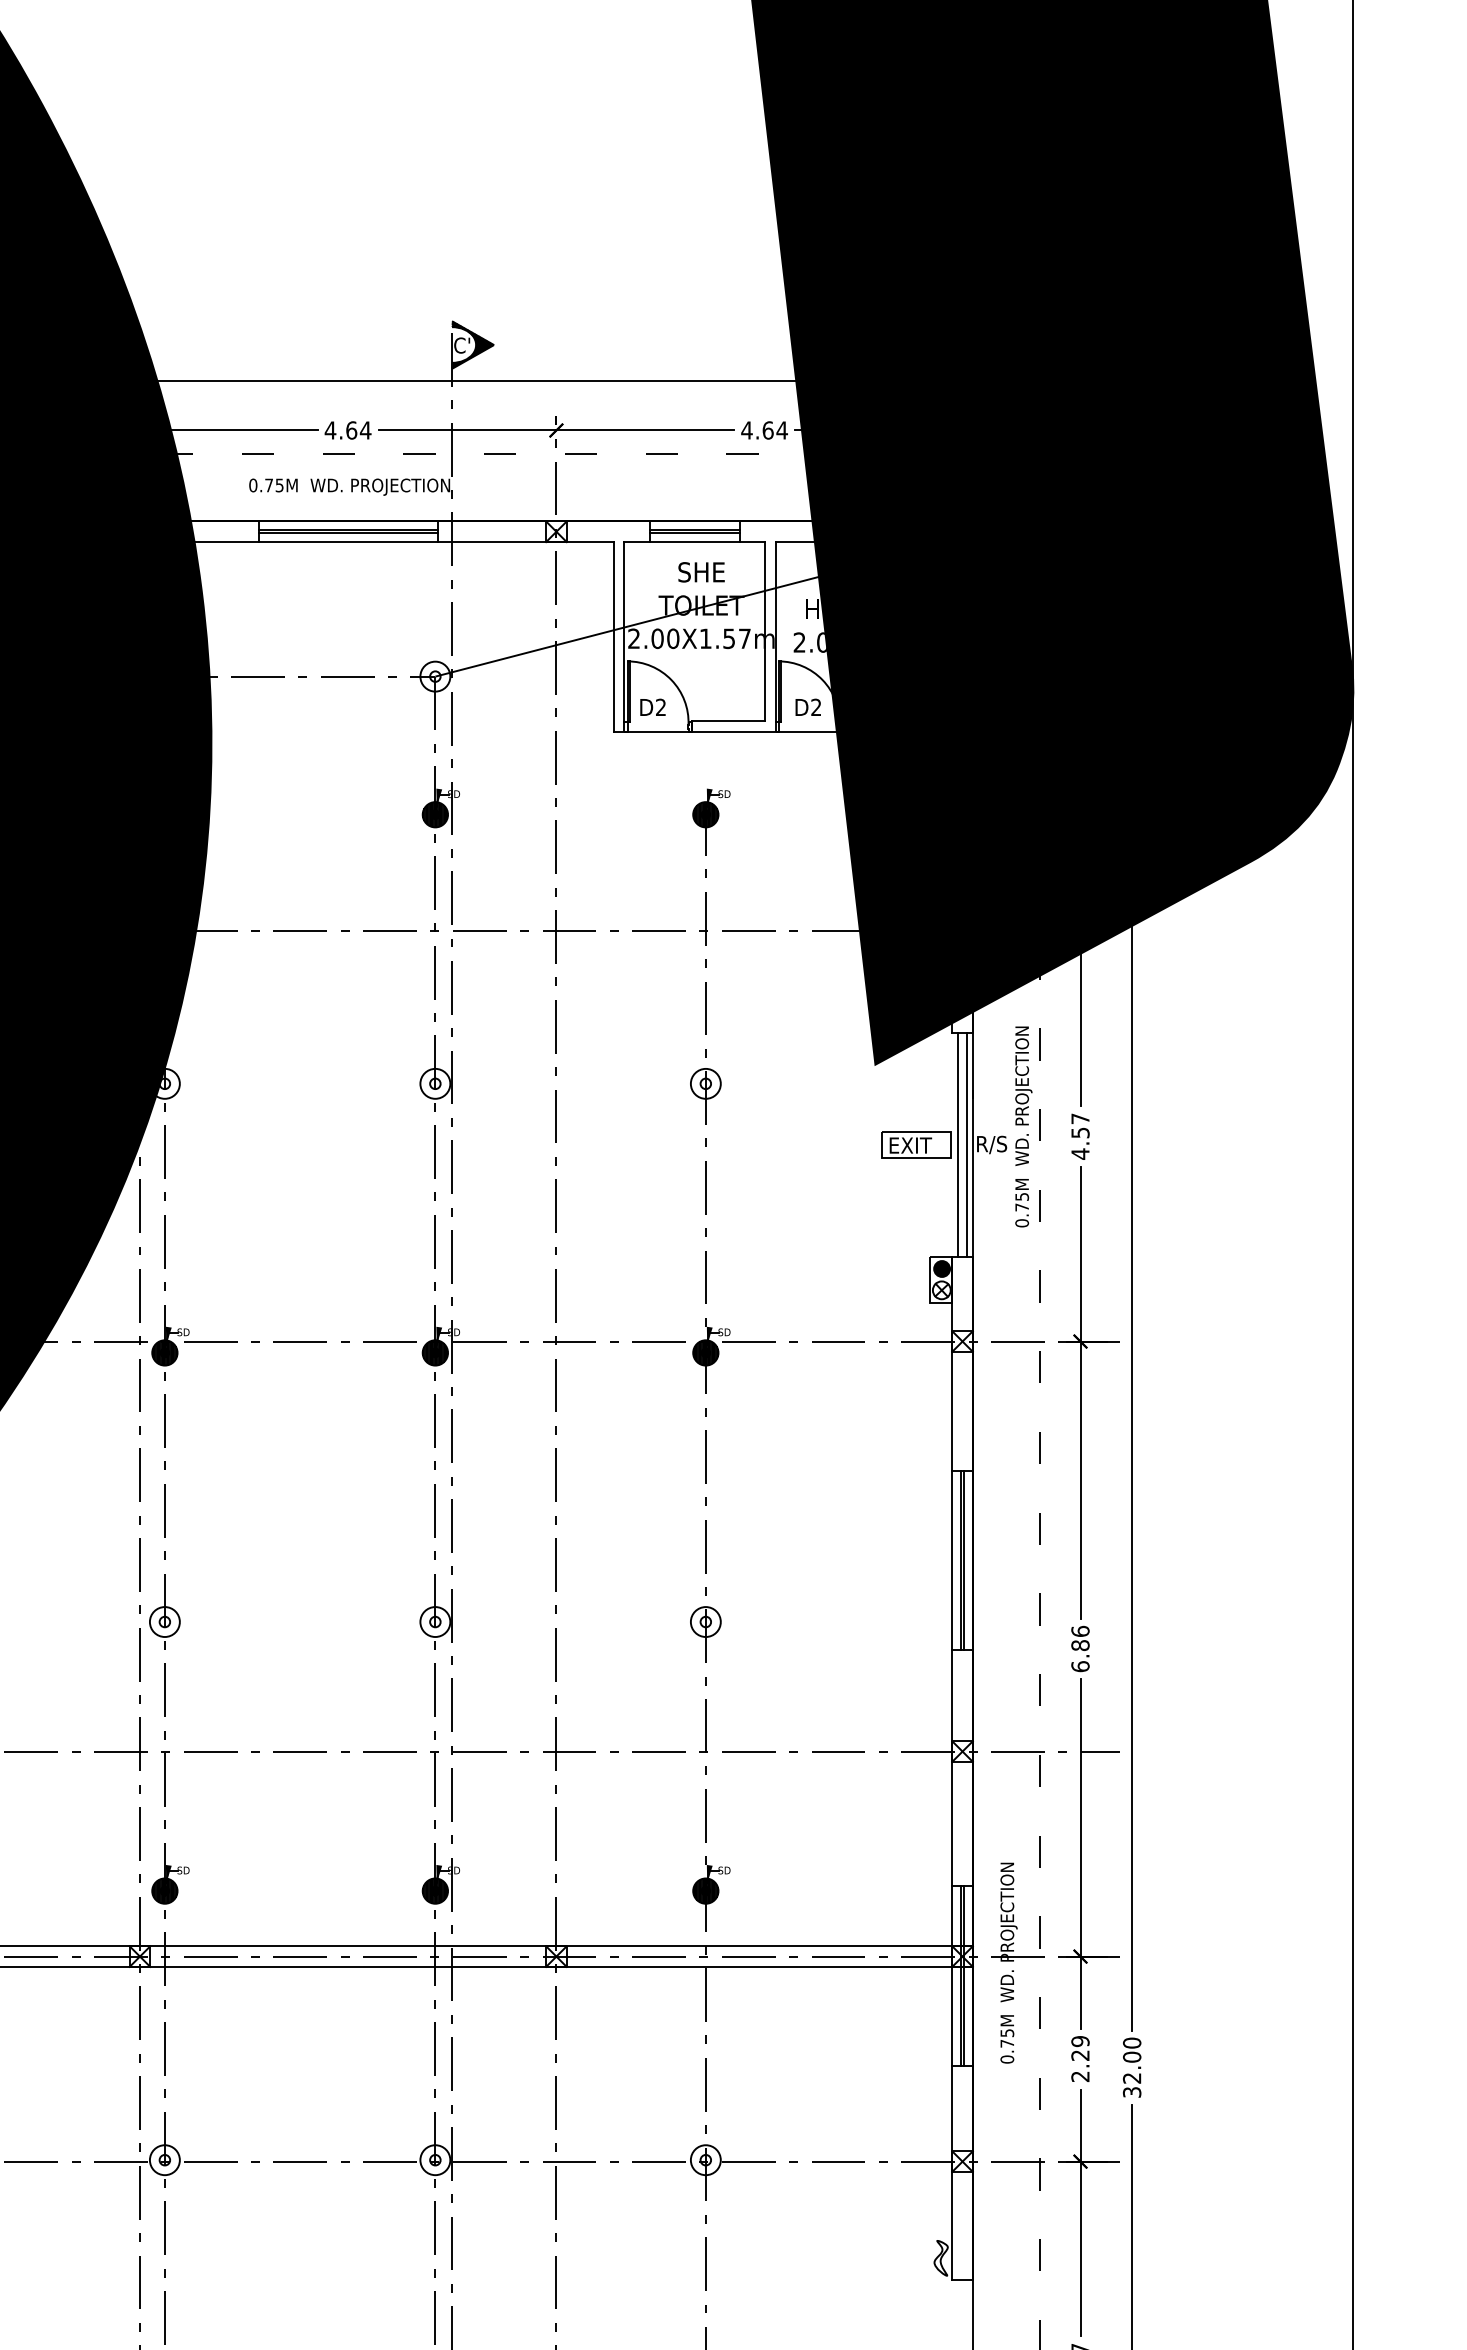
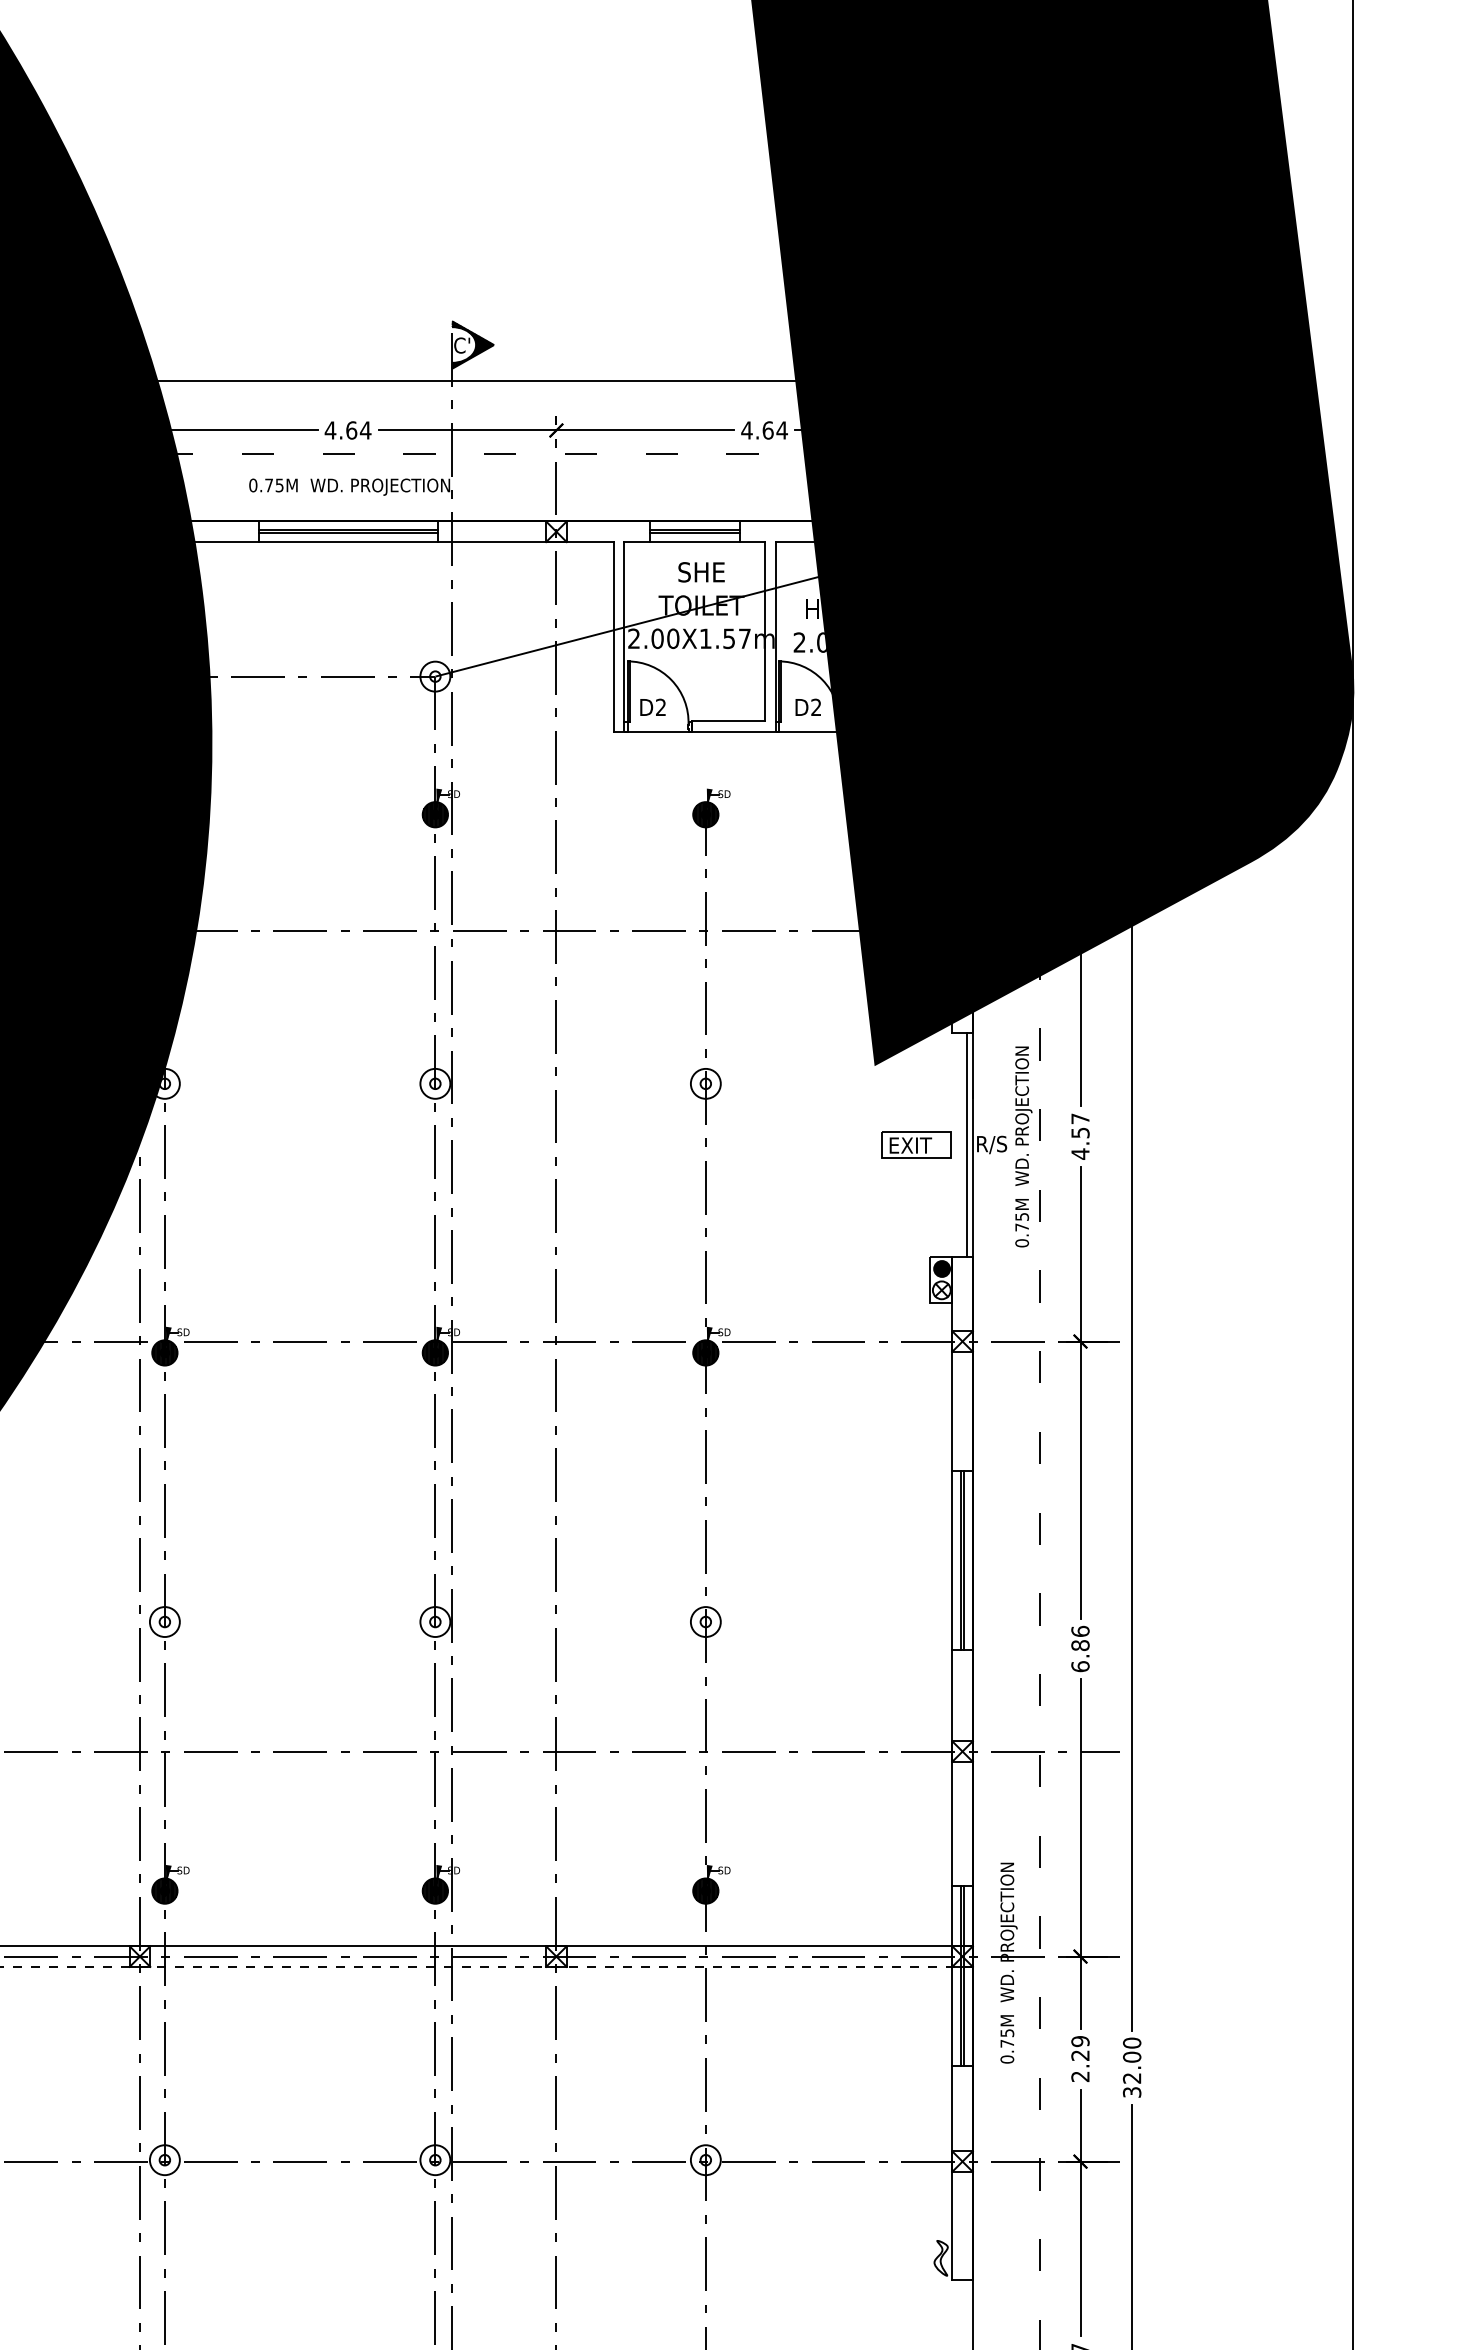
text at (1023, 1126) position: (1023, 1126) -> (1023, 1146)
line at (958, 1144): present -> none
line at (485, 1966): solid -> dashed
